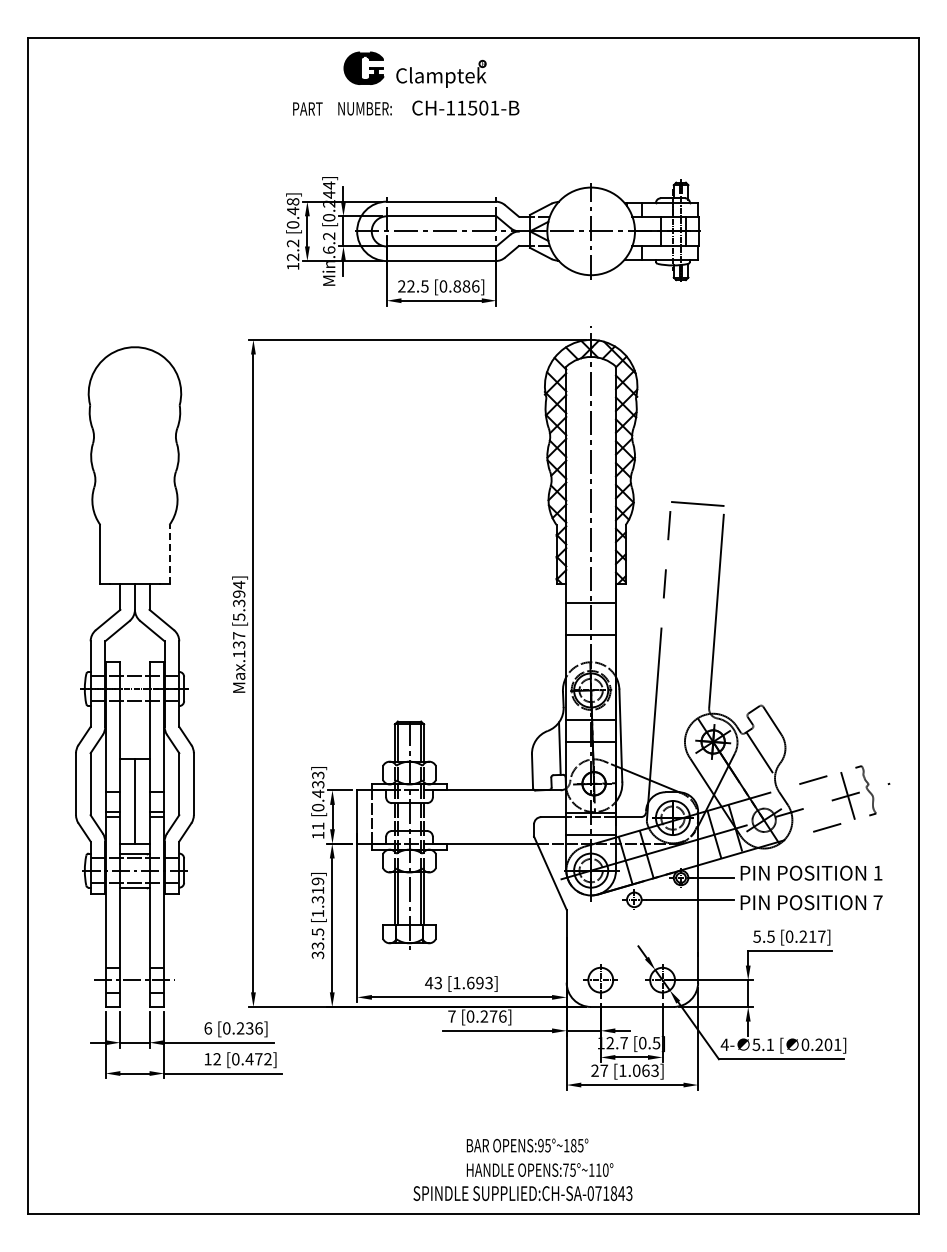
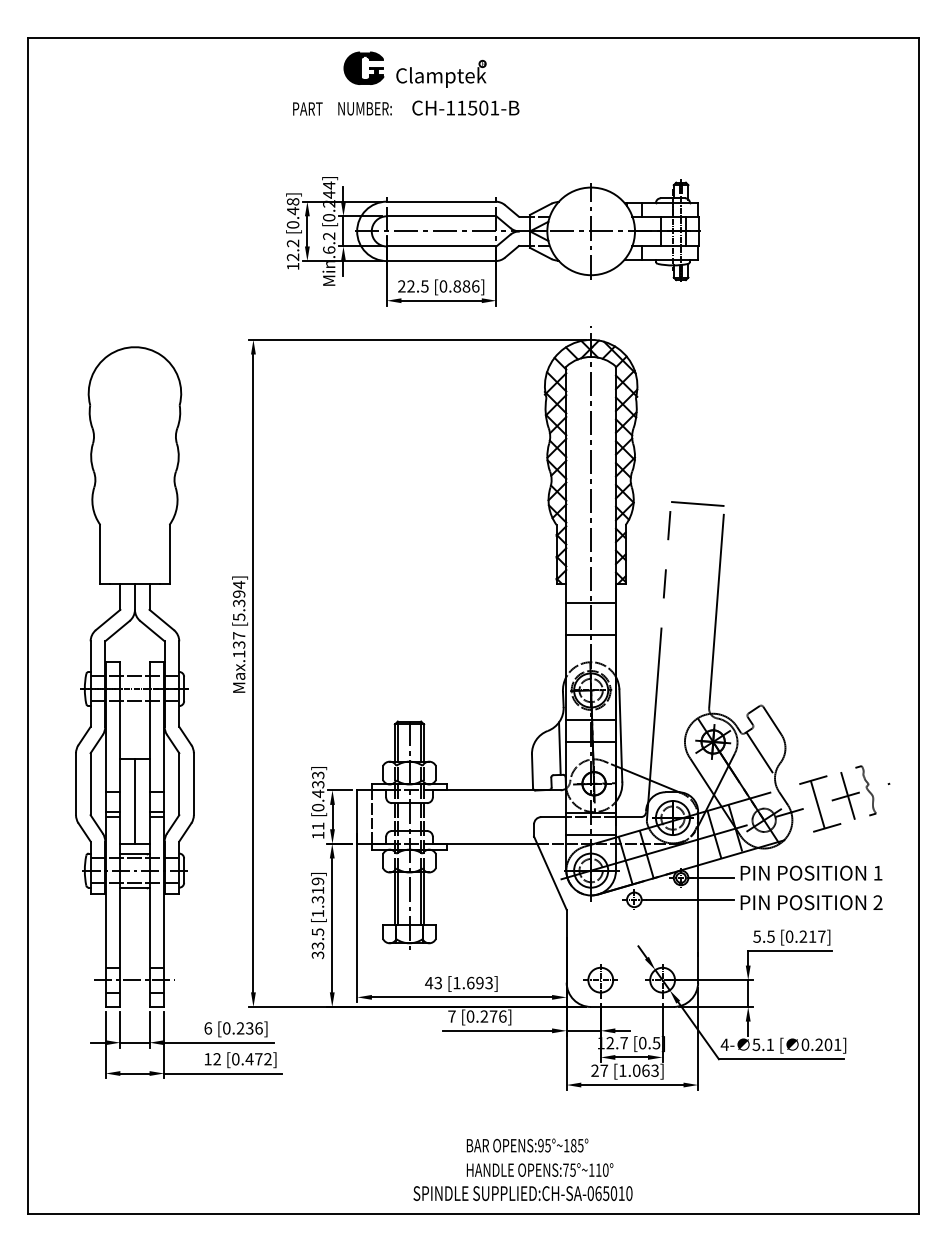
line at (169, 553): dashed -> solid
line at (817, 804): none -> present
text at (877, 902): 7 -> 2
text at (613, 1193): SUPPLIED:CH-SA-071843 -> SUPPLIED:CH-SA-065010
